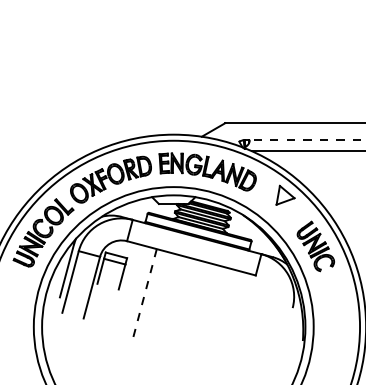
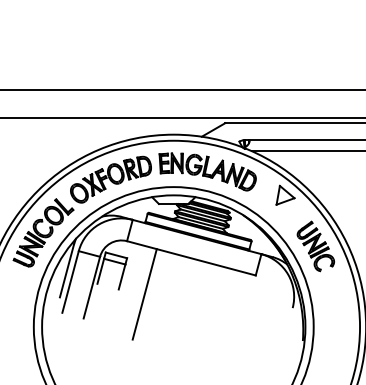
line at (182, 89): none -> present
line at (182, 117): none -> present
line at (307, 140): dashed -> solid
line at (144, 294): dashed -> solid
